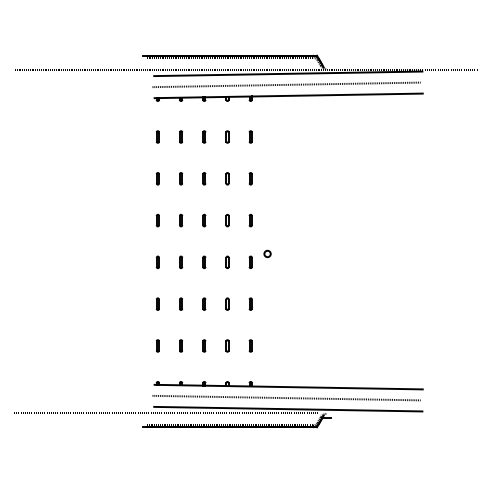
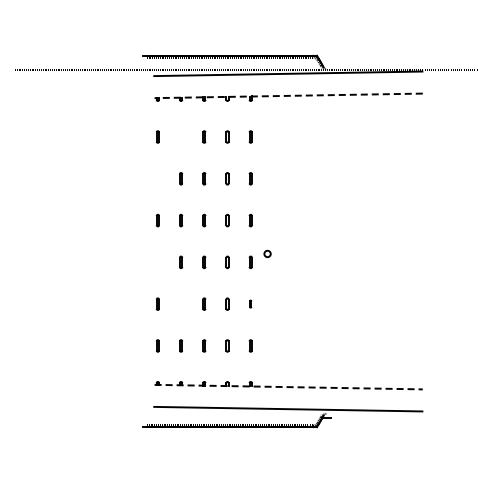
line at (286, 84): present -> none
line at (288, 95): solid -> dashed
part at (180, 136): present -> none
part at (157, 178): present -> none
part at (157, 261): present -> none
part at (181, 303): present -> none
part at (250, 303) size: 5x14 px -> 4x10 px
line at (289, 387): solid -> dashed
line at (286, 397): present -> none
line at (165, 413): present -> none
